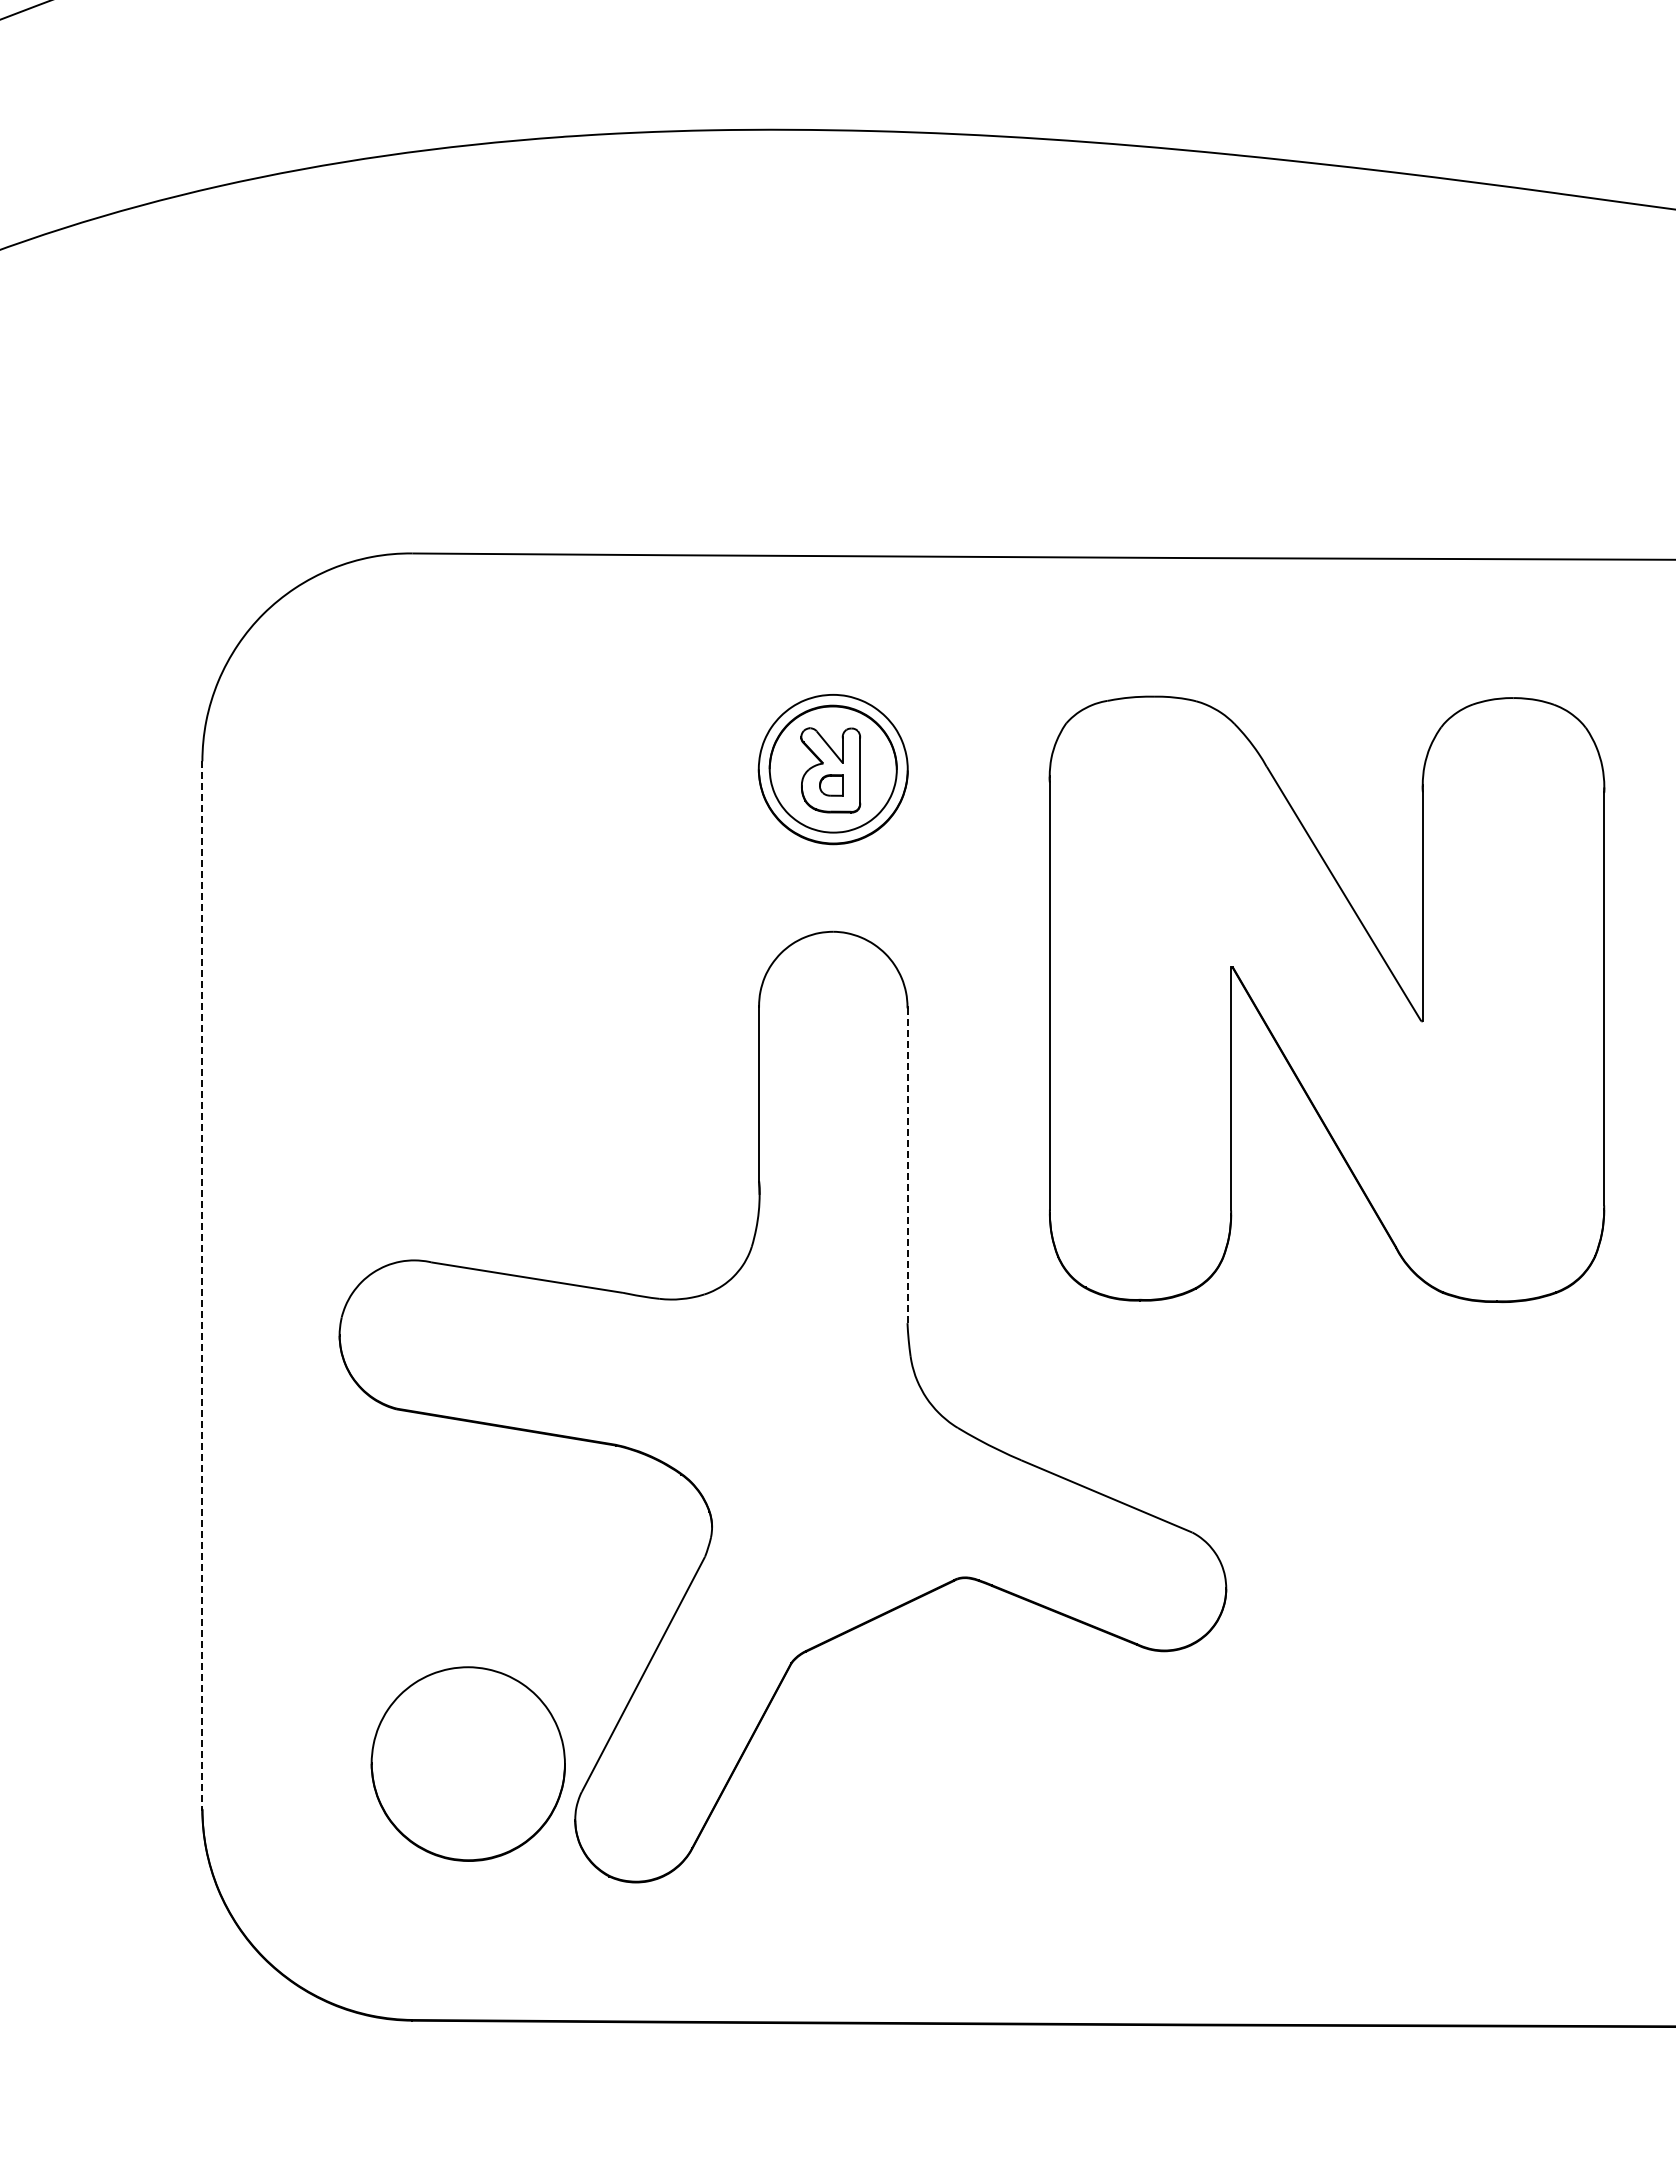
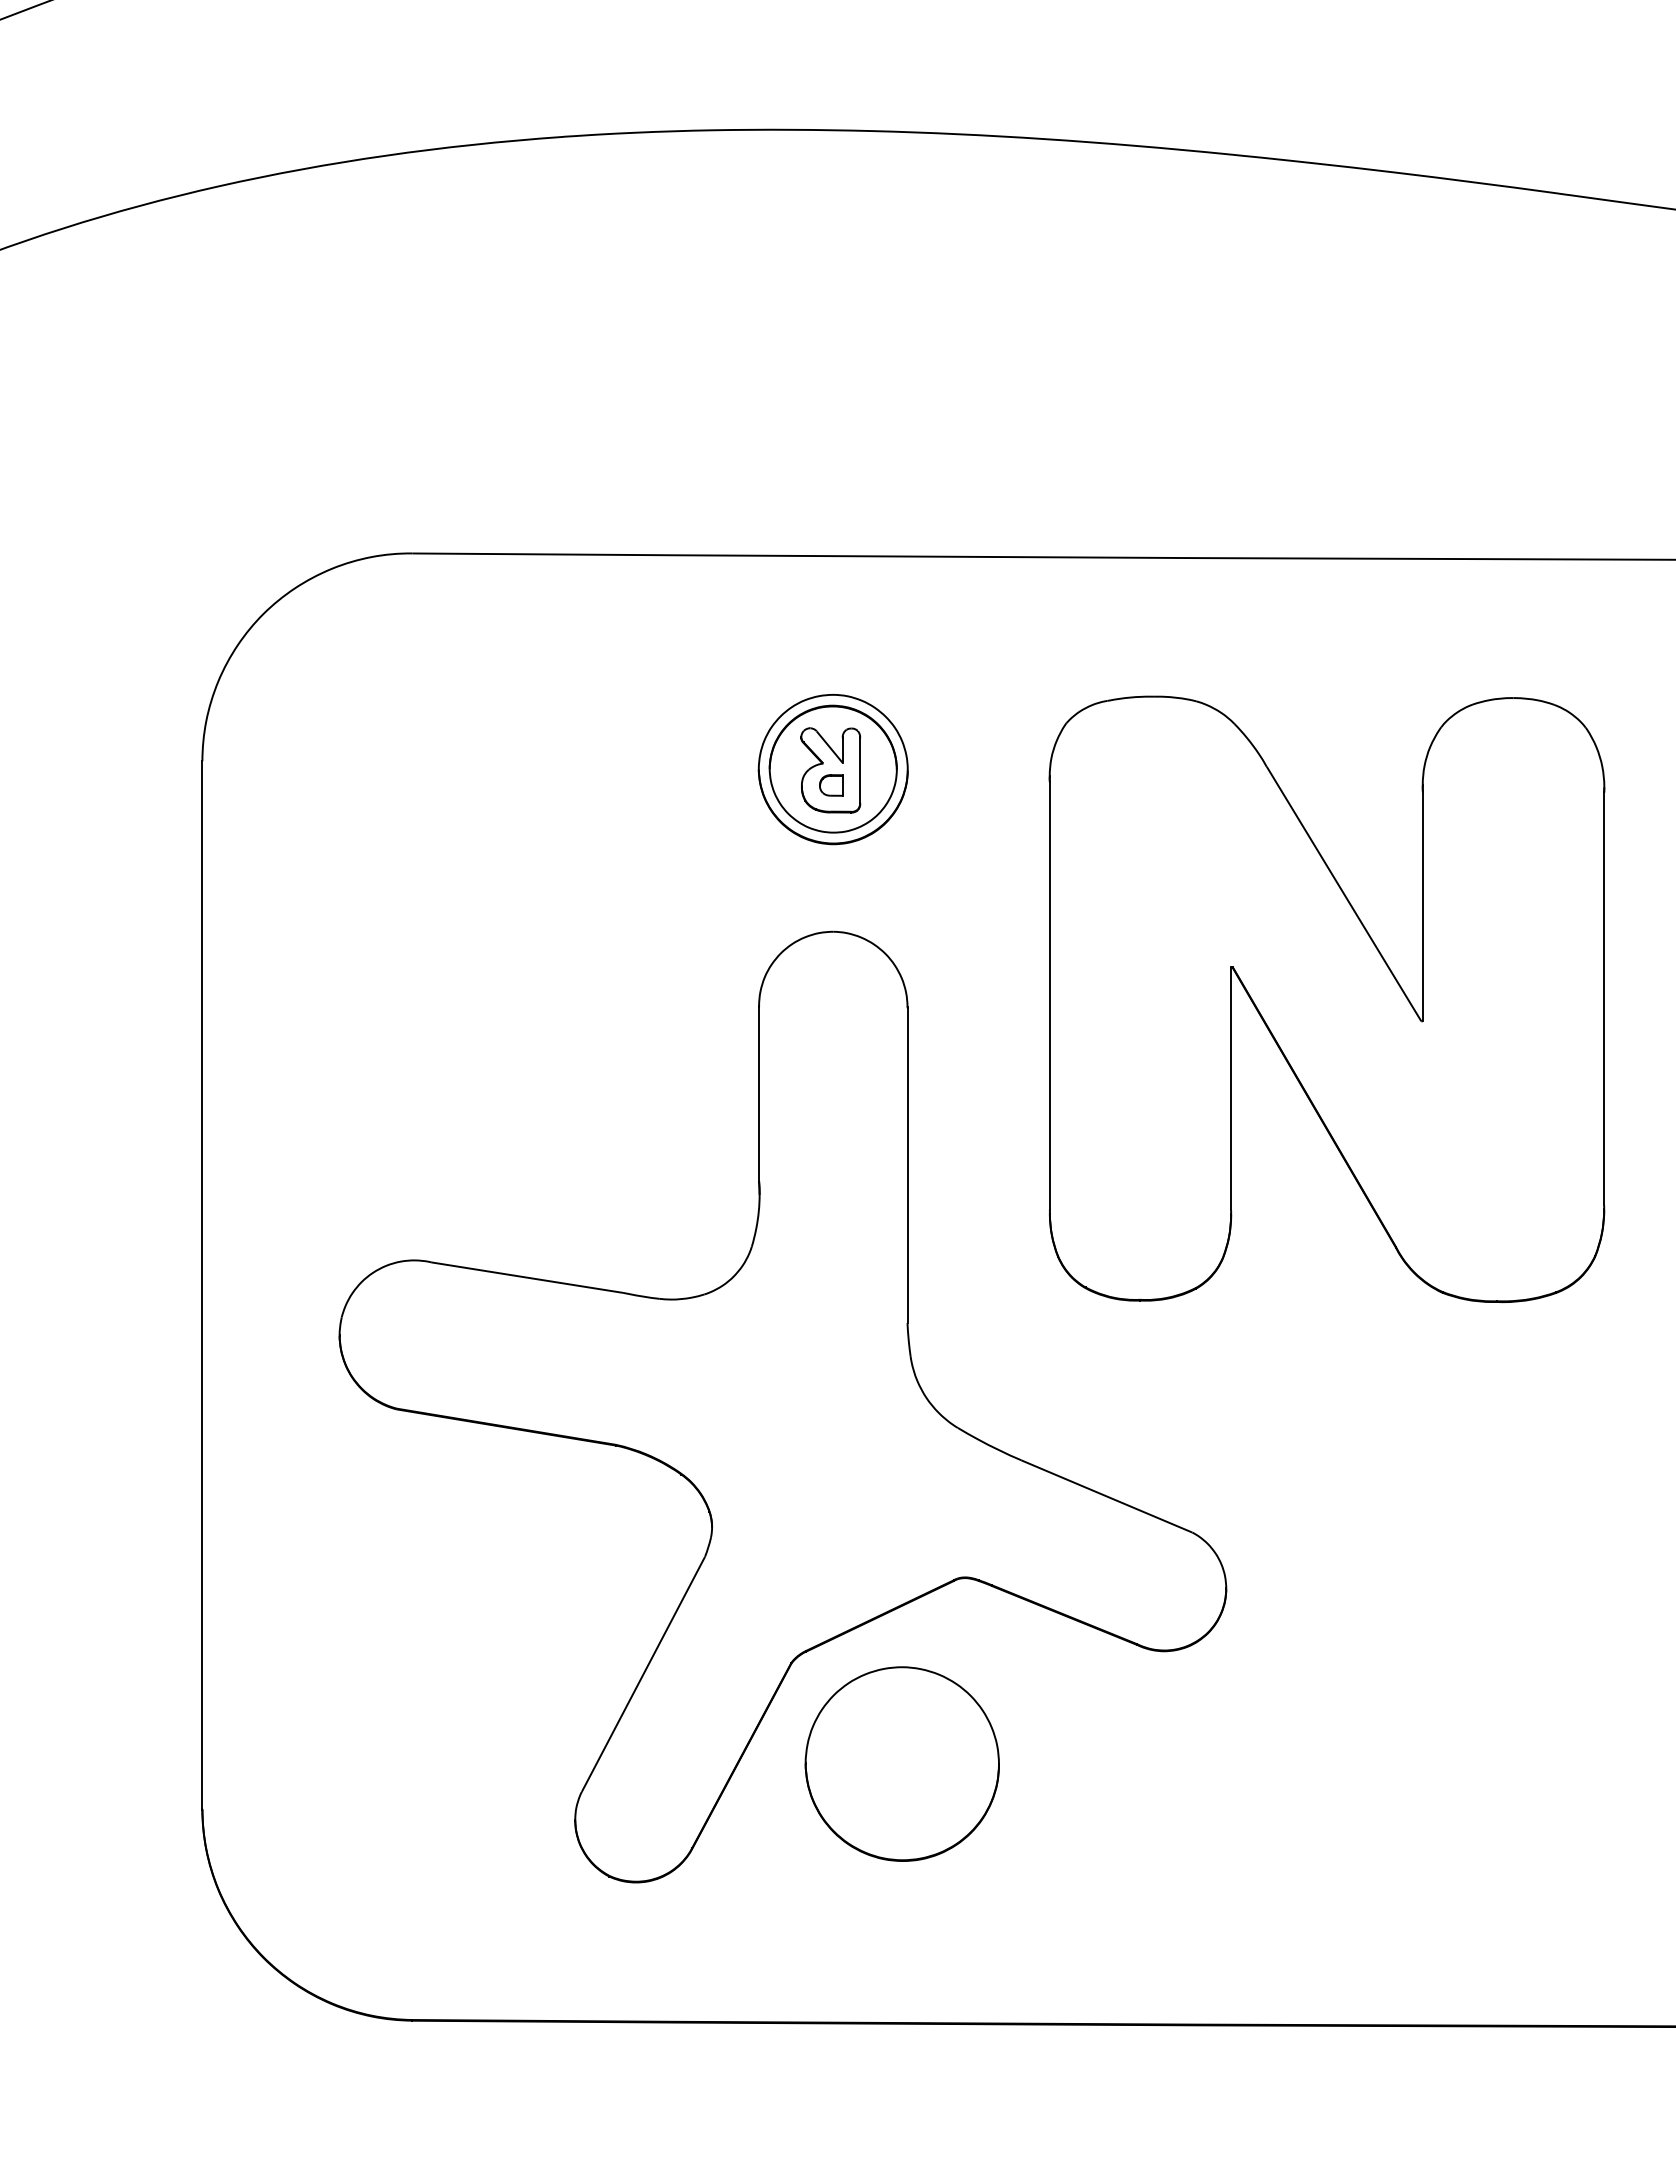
line at (907, 1165): dashed -> solid
line at (202, 1285): dashed -> solid
part at (467, 1763) position: (467, 1763) -> (901, 1763)
